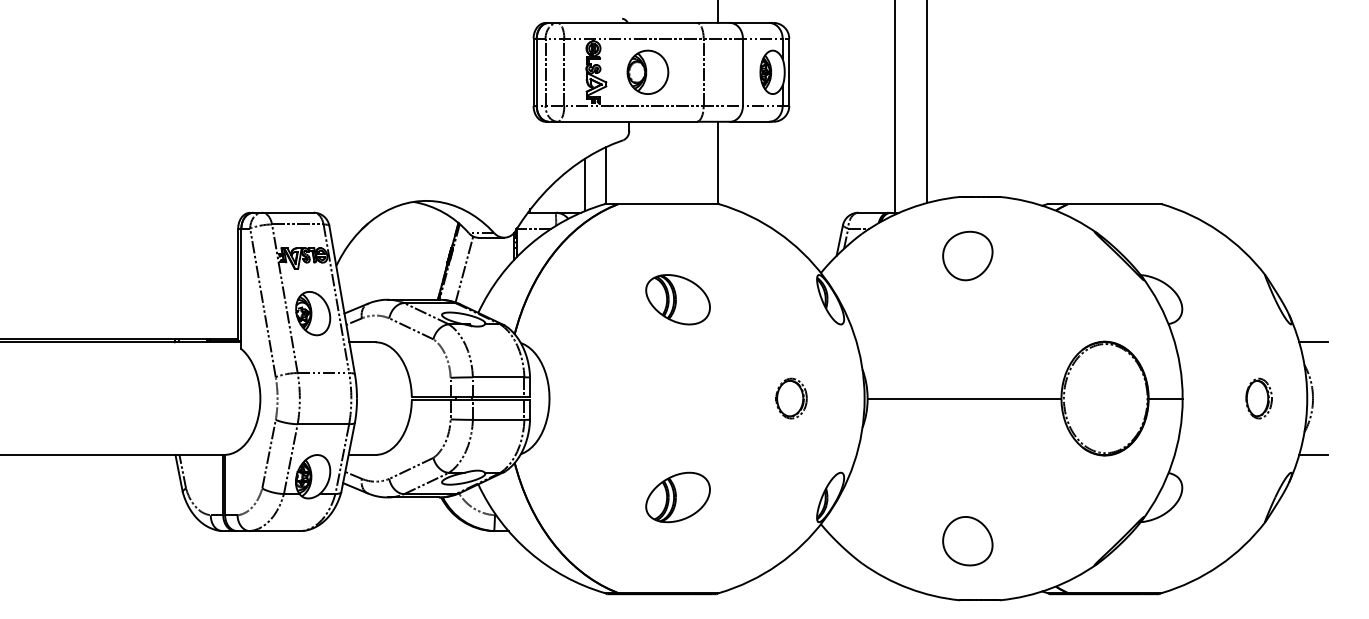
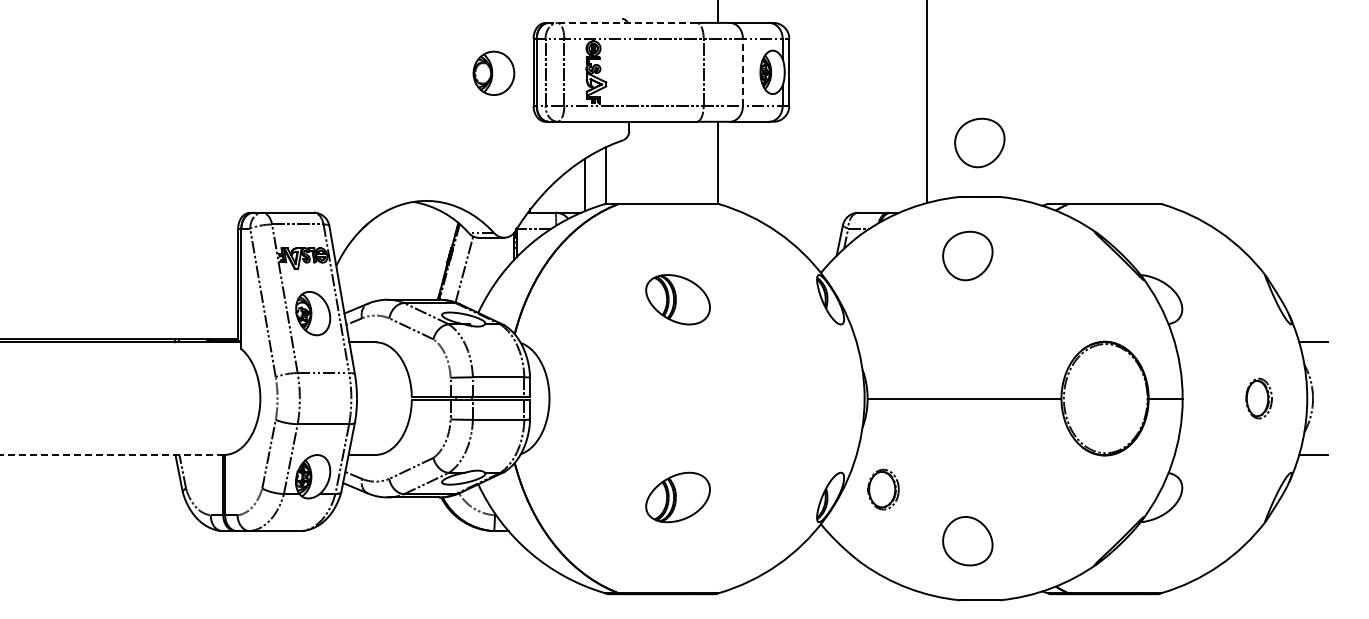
line at (621, 22): solid -> dashed
part at (647, 71) position: (647, 71) -> (493, 72)
line at (742, 72): solid -> dashed
line at (895, 107): present -> none
part at (979, 142): none -> present
part at (791, 398) position: (791, 398) -> (883, 489)
line at (113, 454): solid -> dashed
